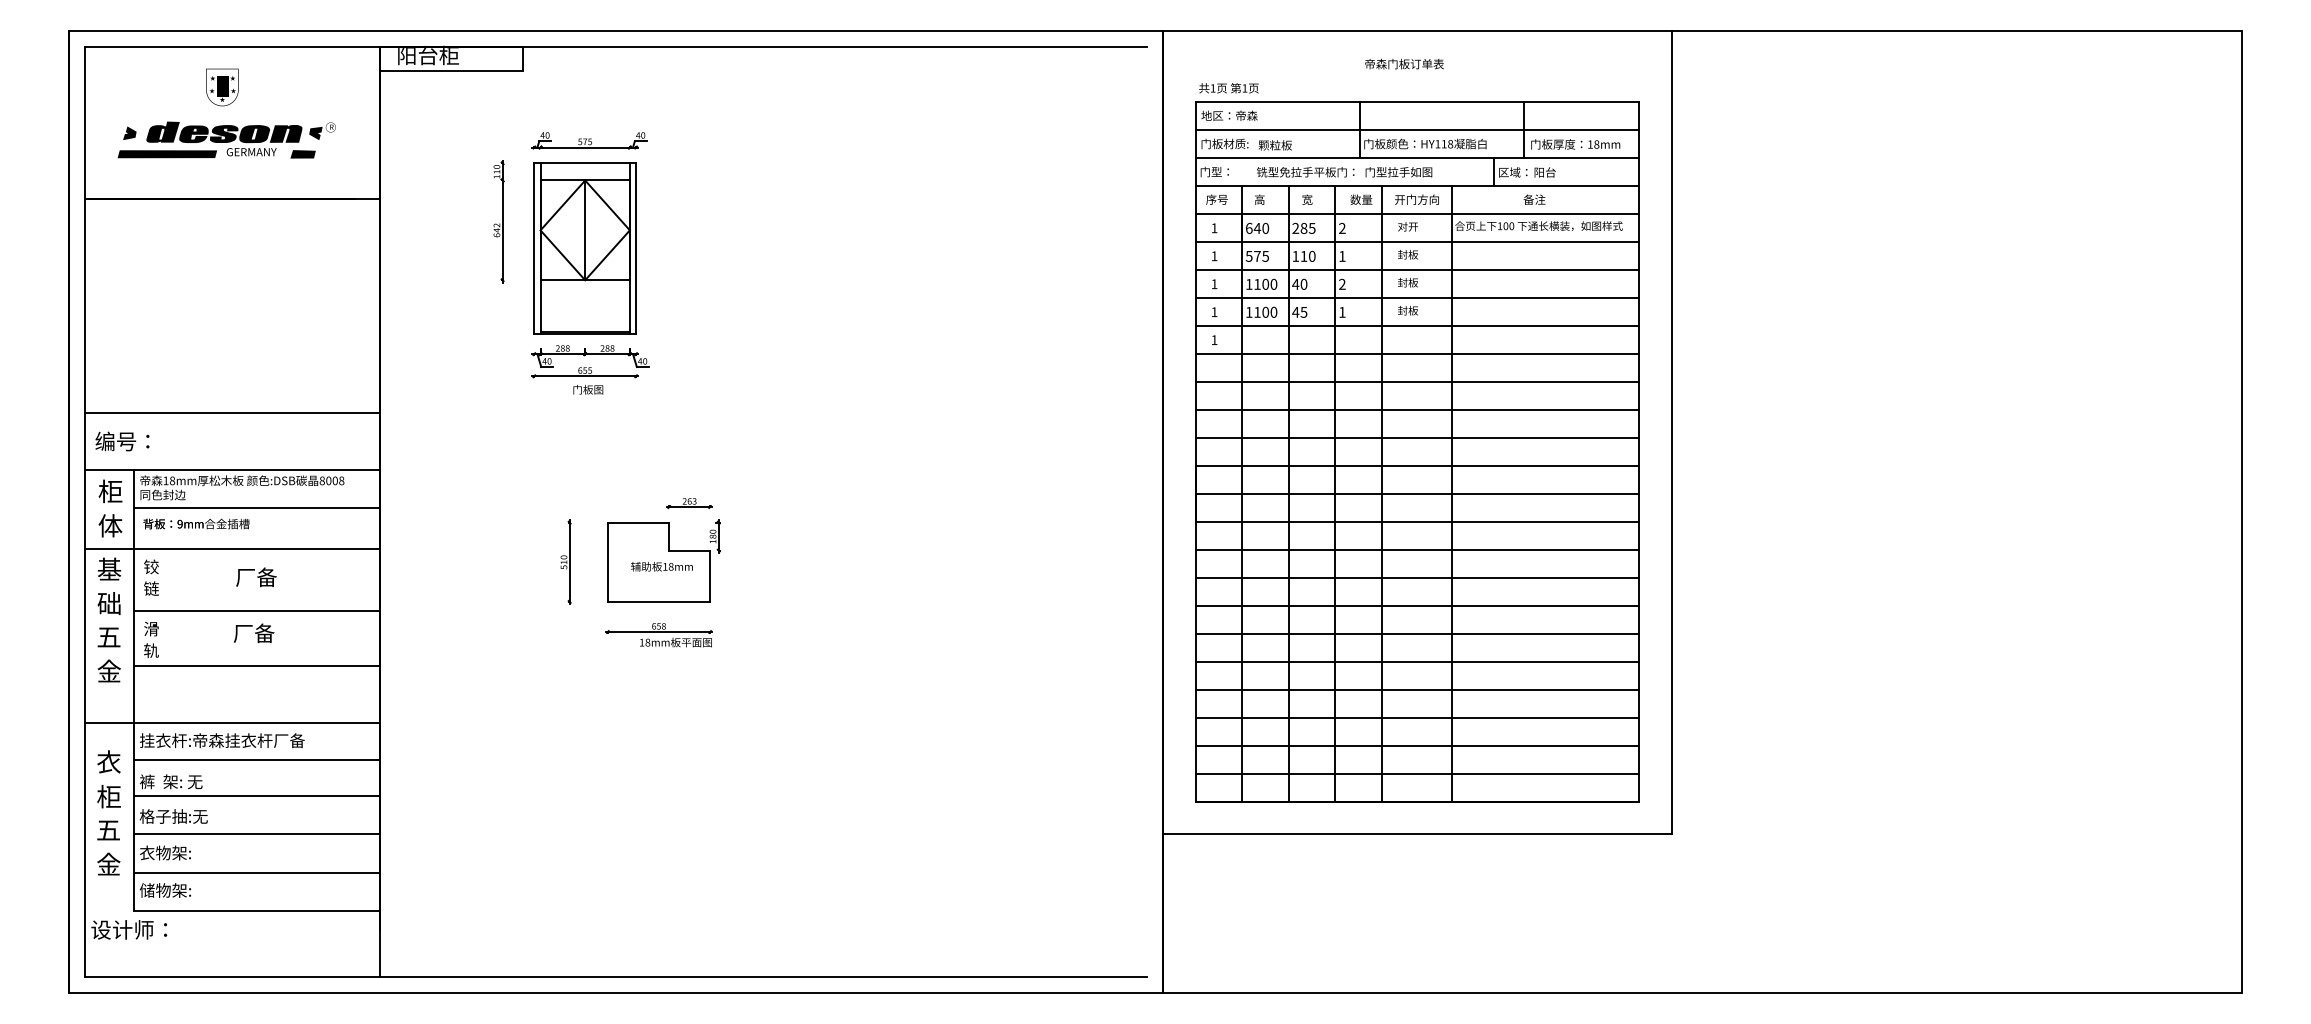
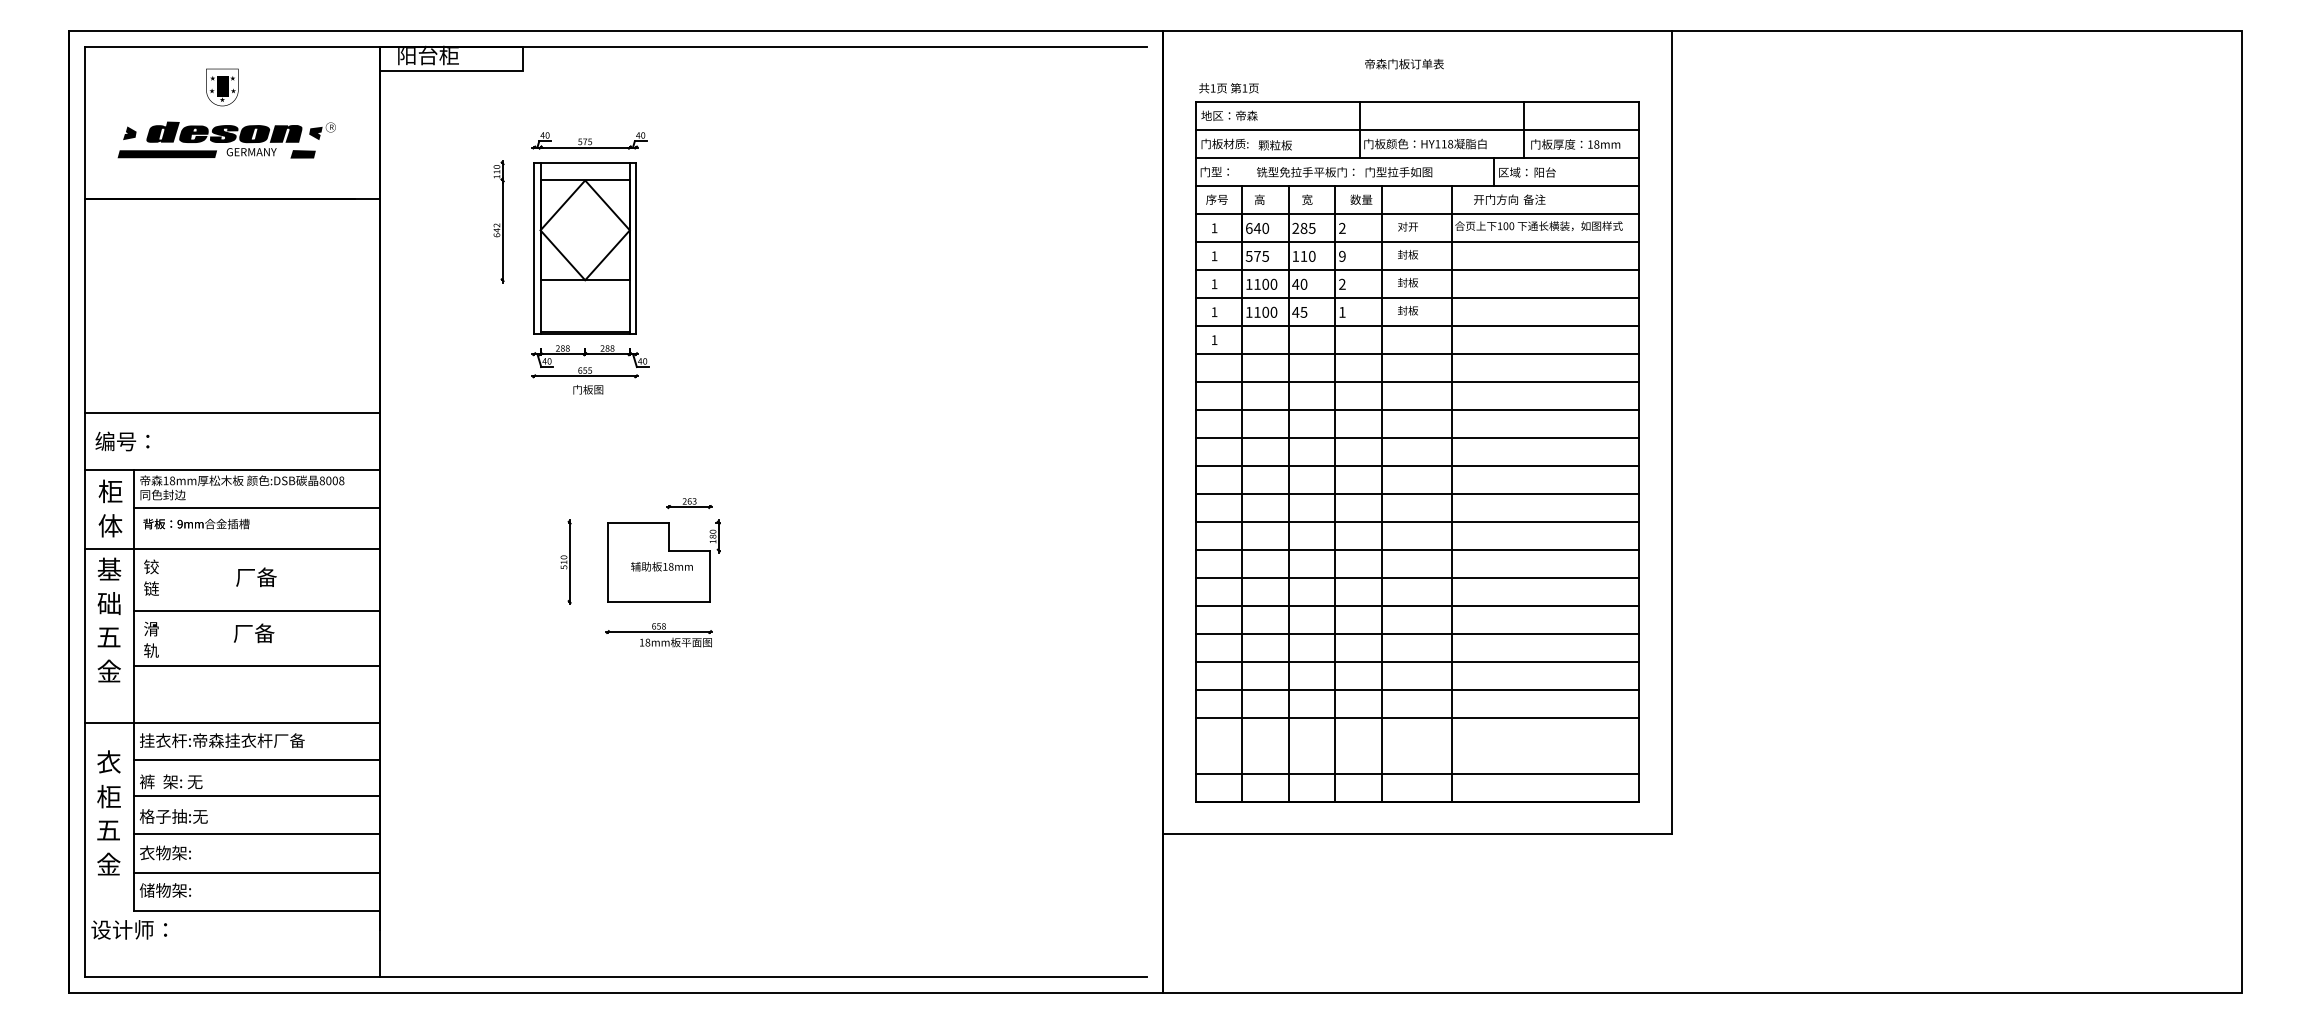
text at (1416, 199) position: (1416, 199) -> (1495, 199)
line at (585, 230): present -> none
text at (1342, 255): 1 -> 9
line at (1417, 745): present -> none
